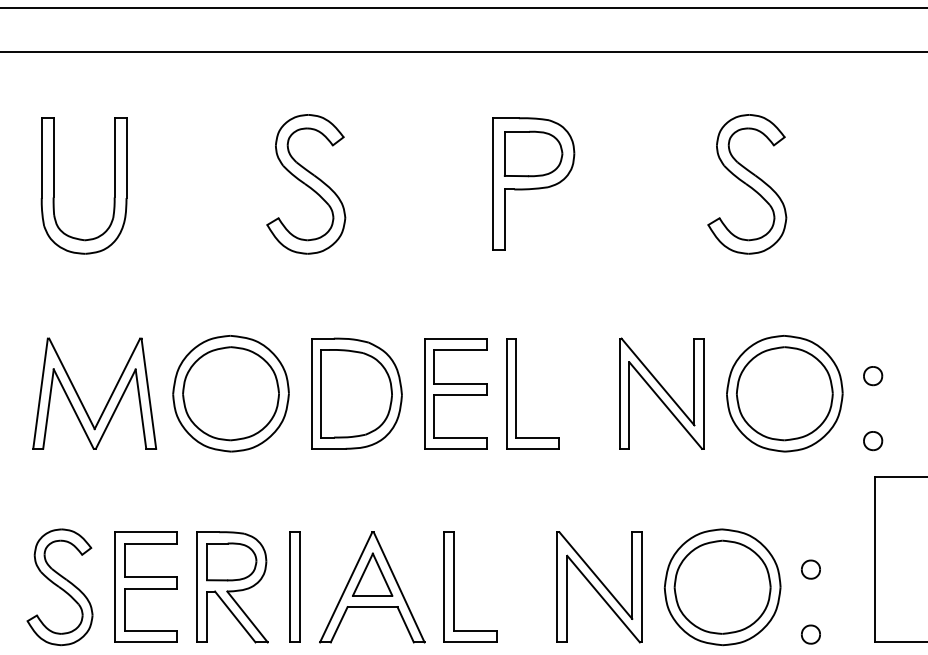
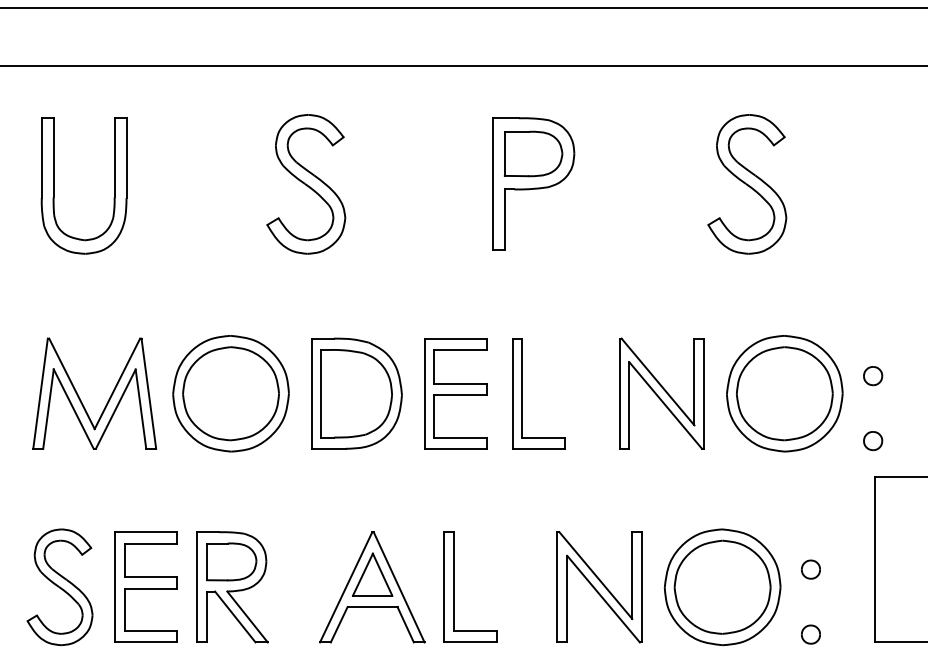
line at (463, 52) position: (463, 52) -> (463, 66)
part at (516, 393) position: (516, 393) -> (522, 393)
part at (294, 586): present -> none
